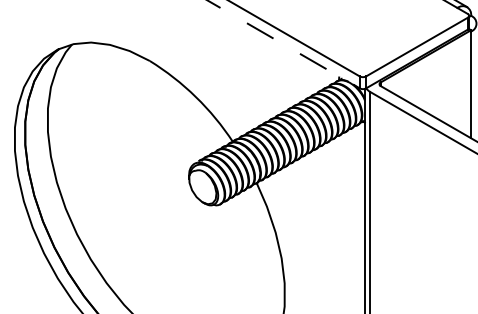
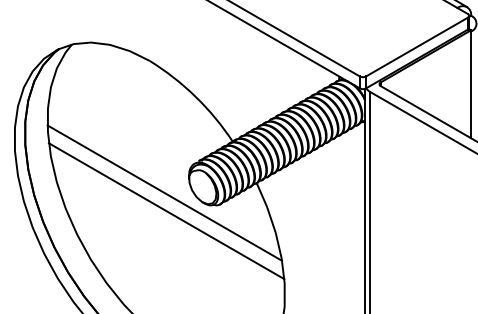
line at (283, 44): dashed -> solid
line at (164, 192): none -> present
line at (166, 211): none -> present
